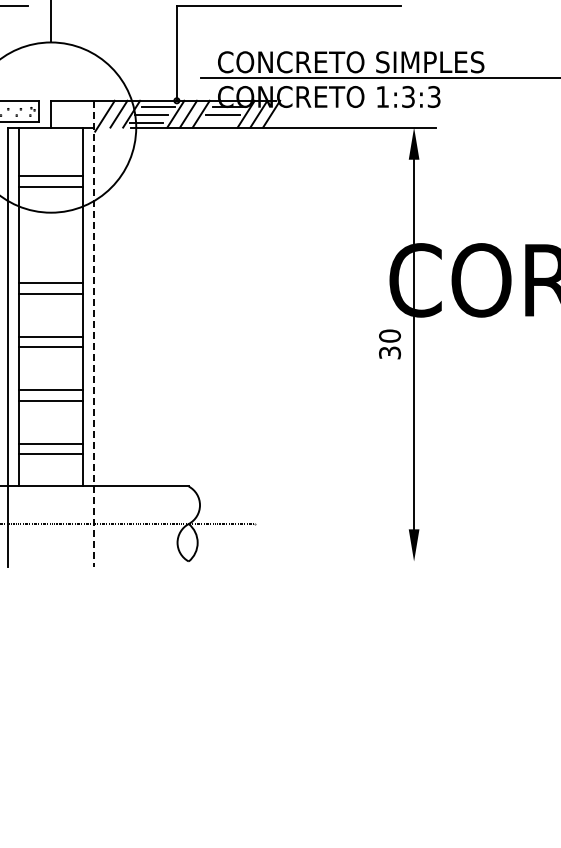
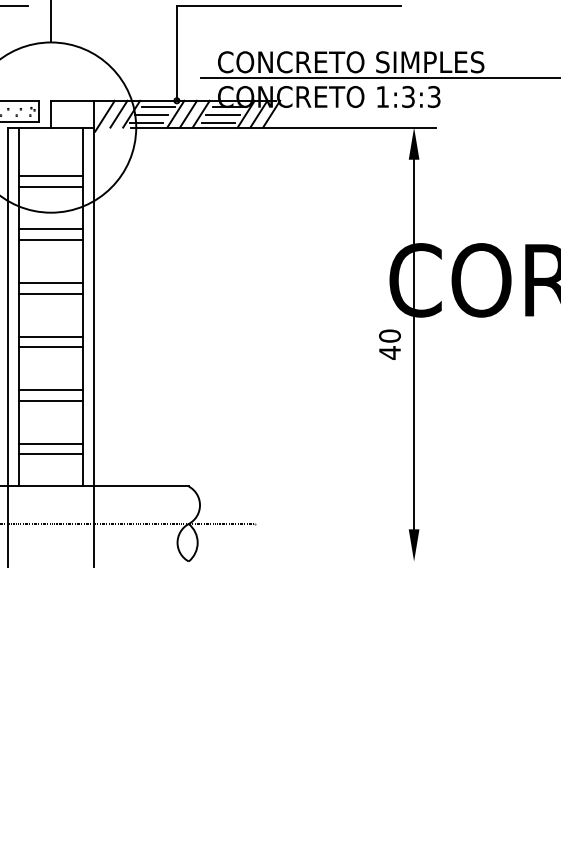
line at (217, 122): none -> present
line at (51, 229): none -> present
line at (51, 240): none -> present
line at (93, 334): dashed -> solid
text at (390, 352): 30 -> 40
